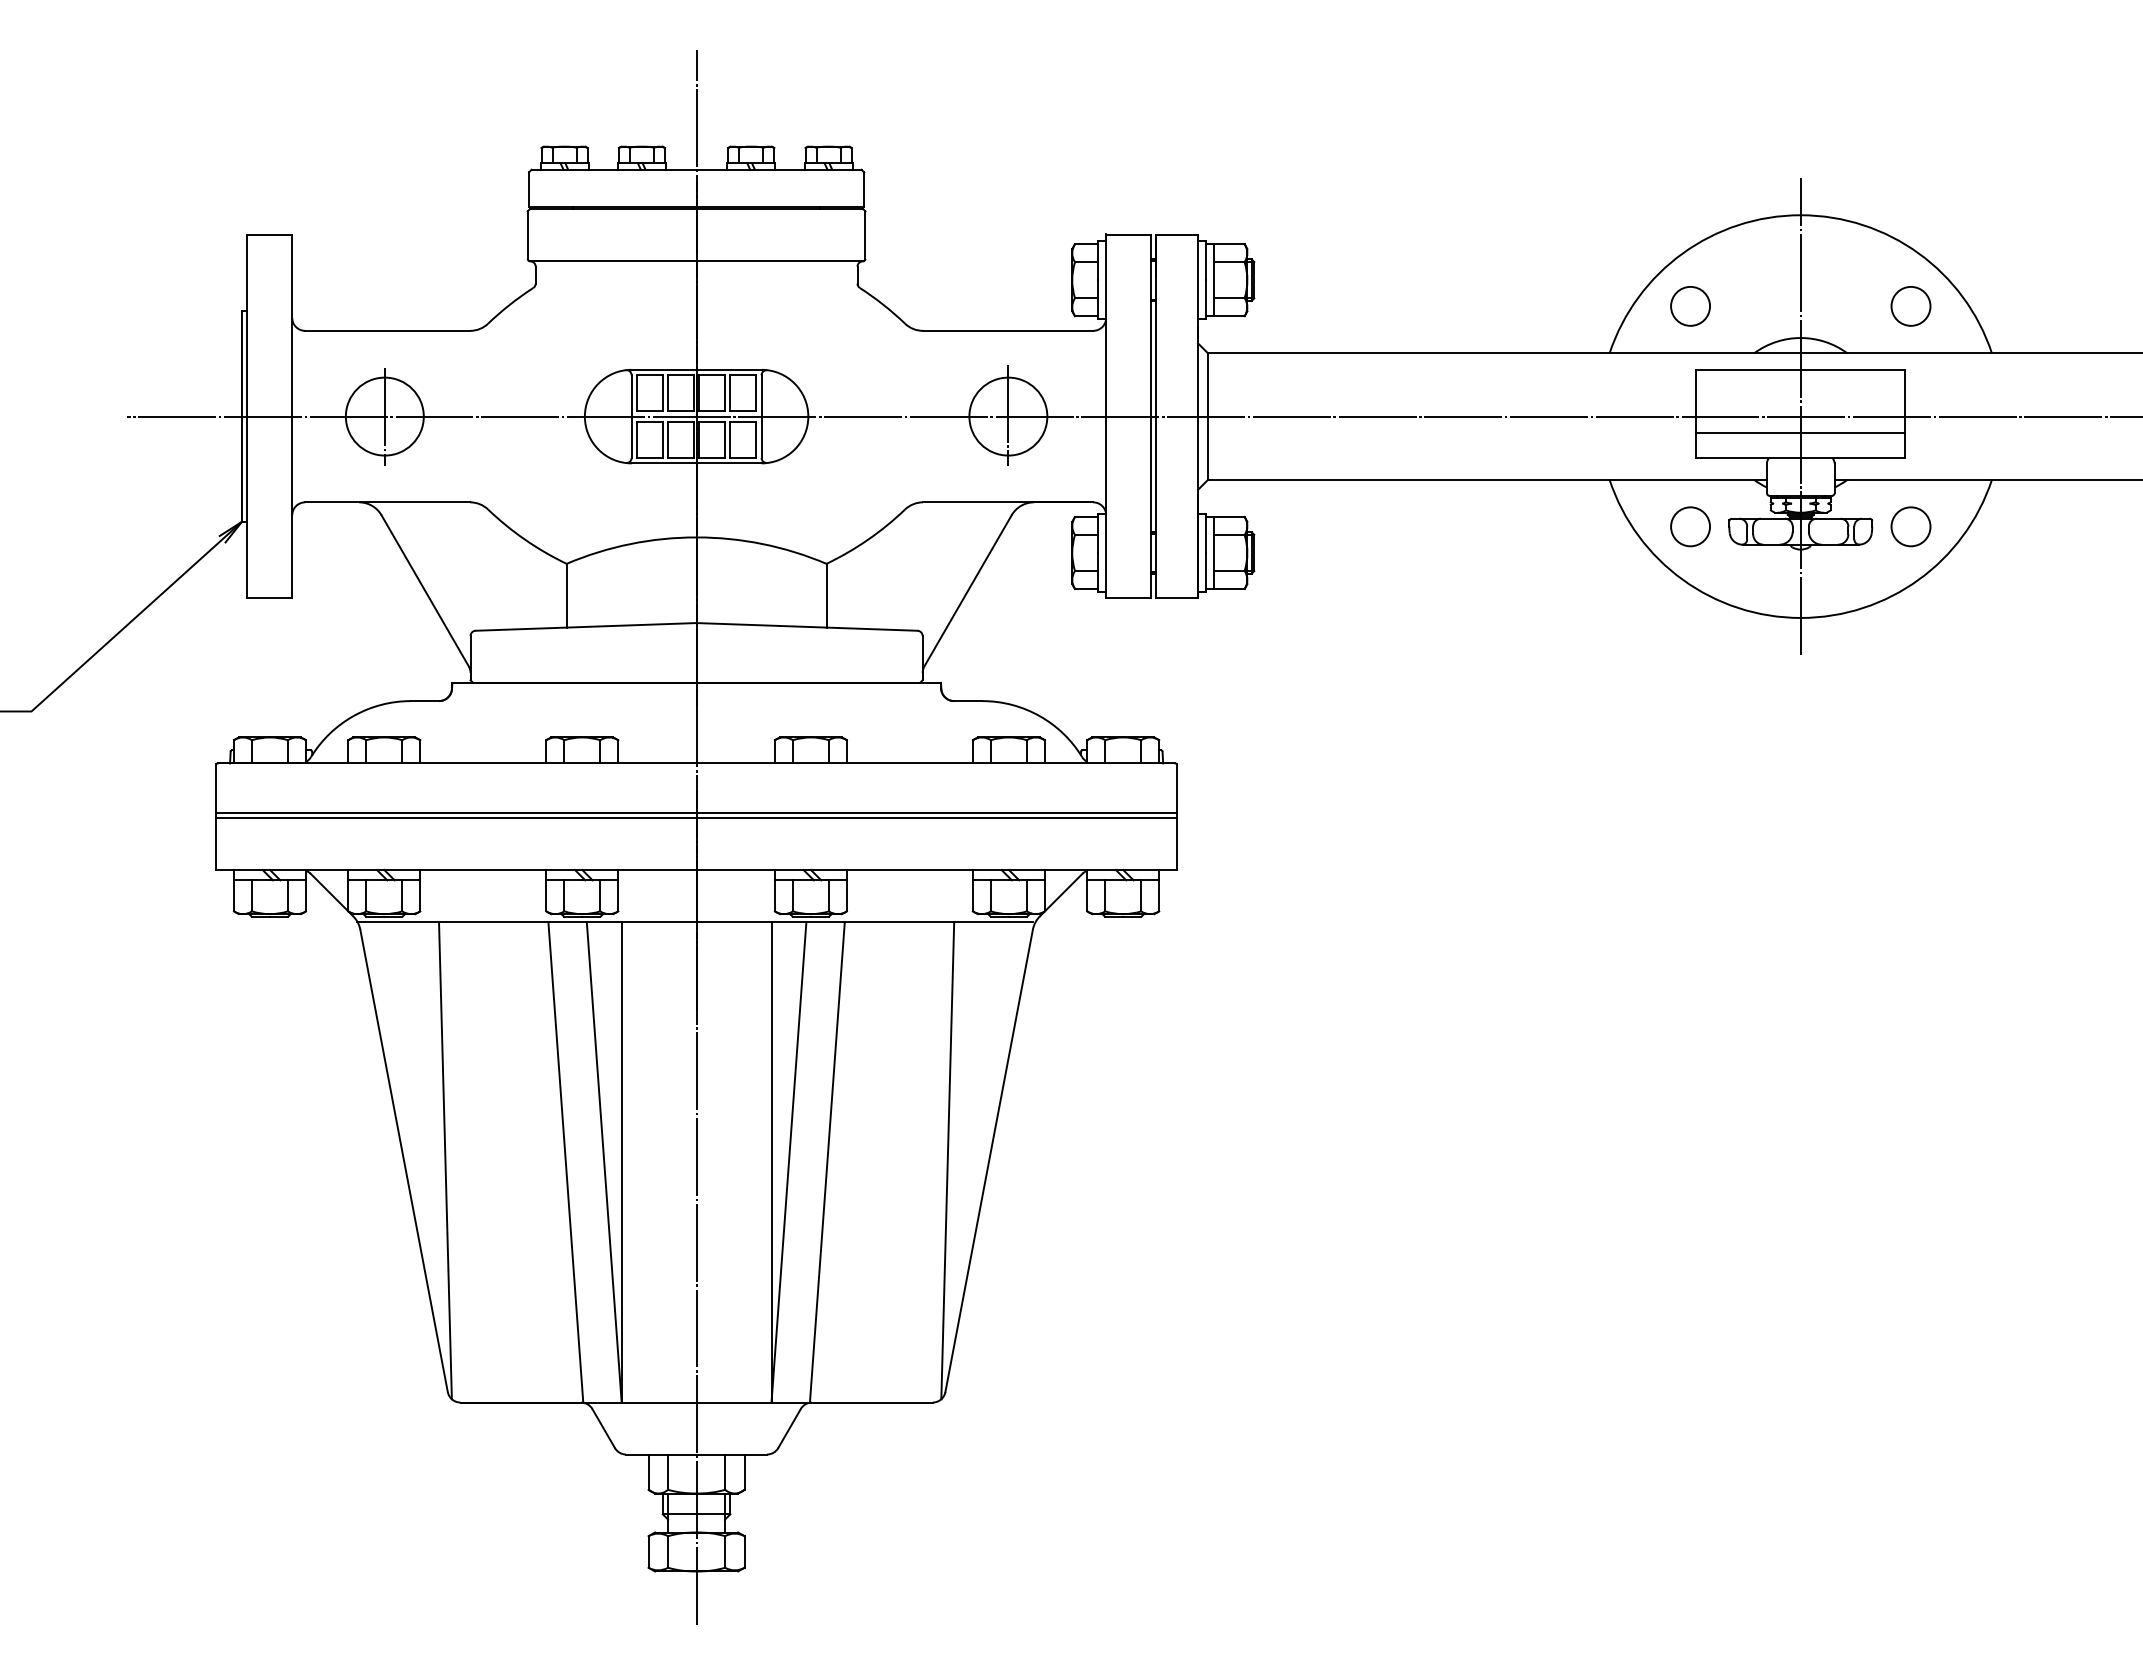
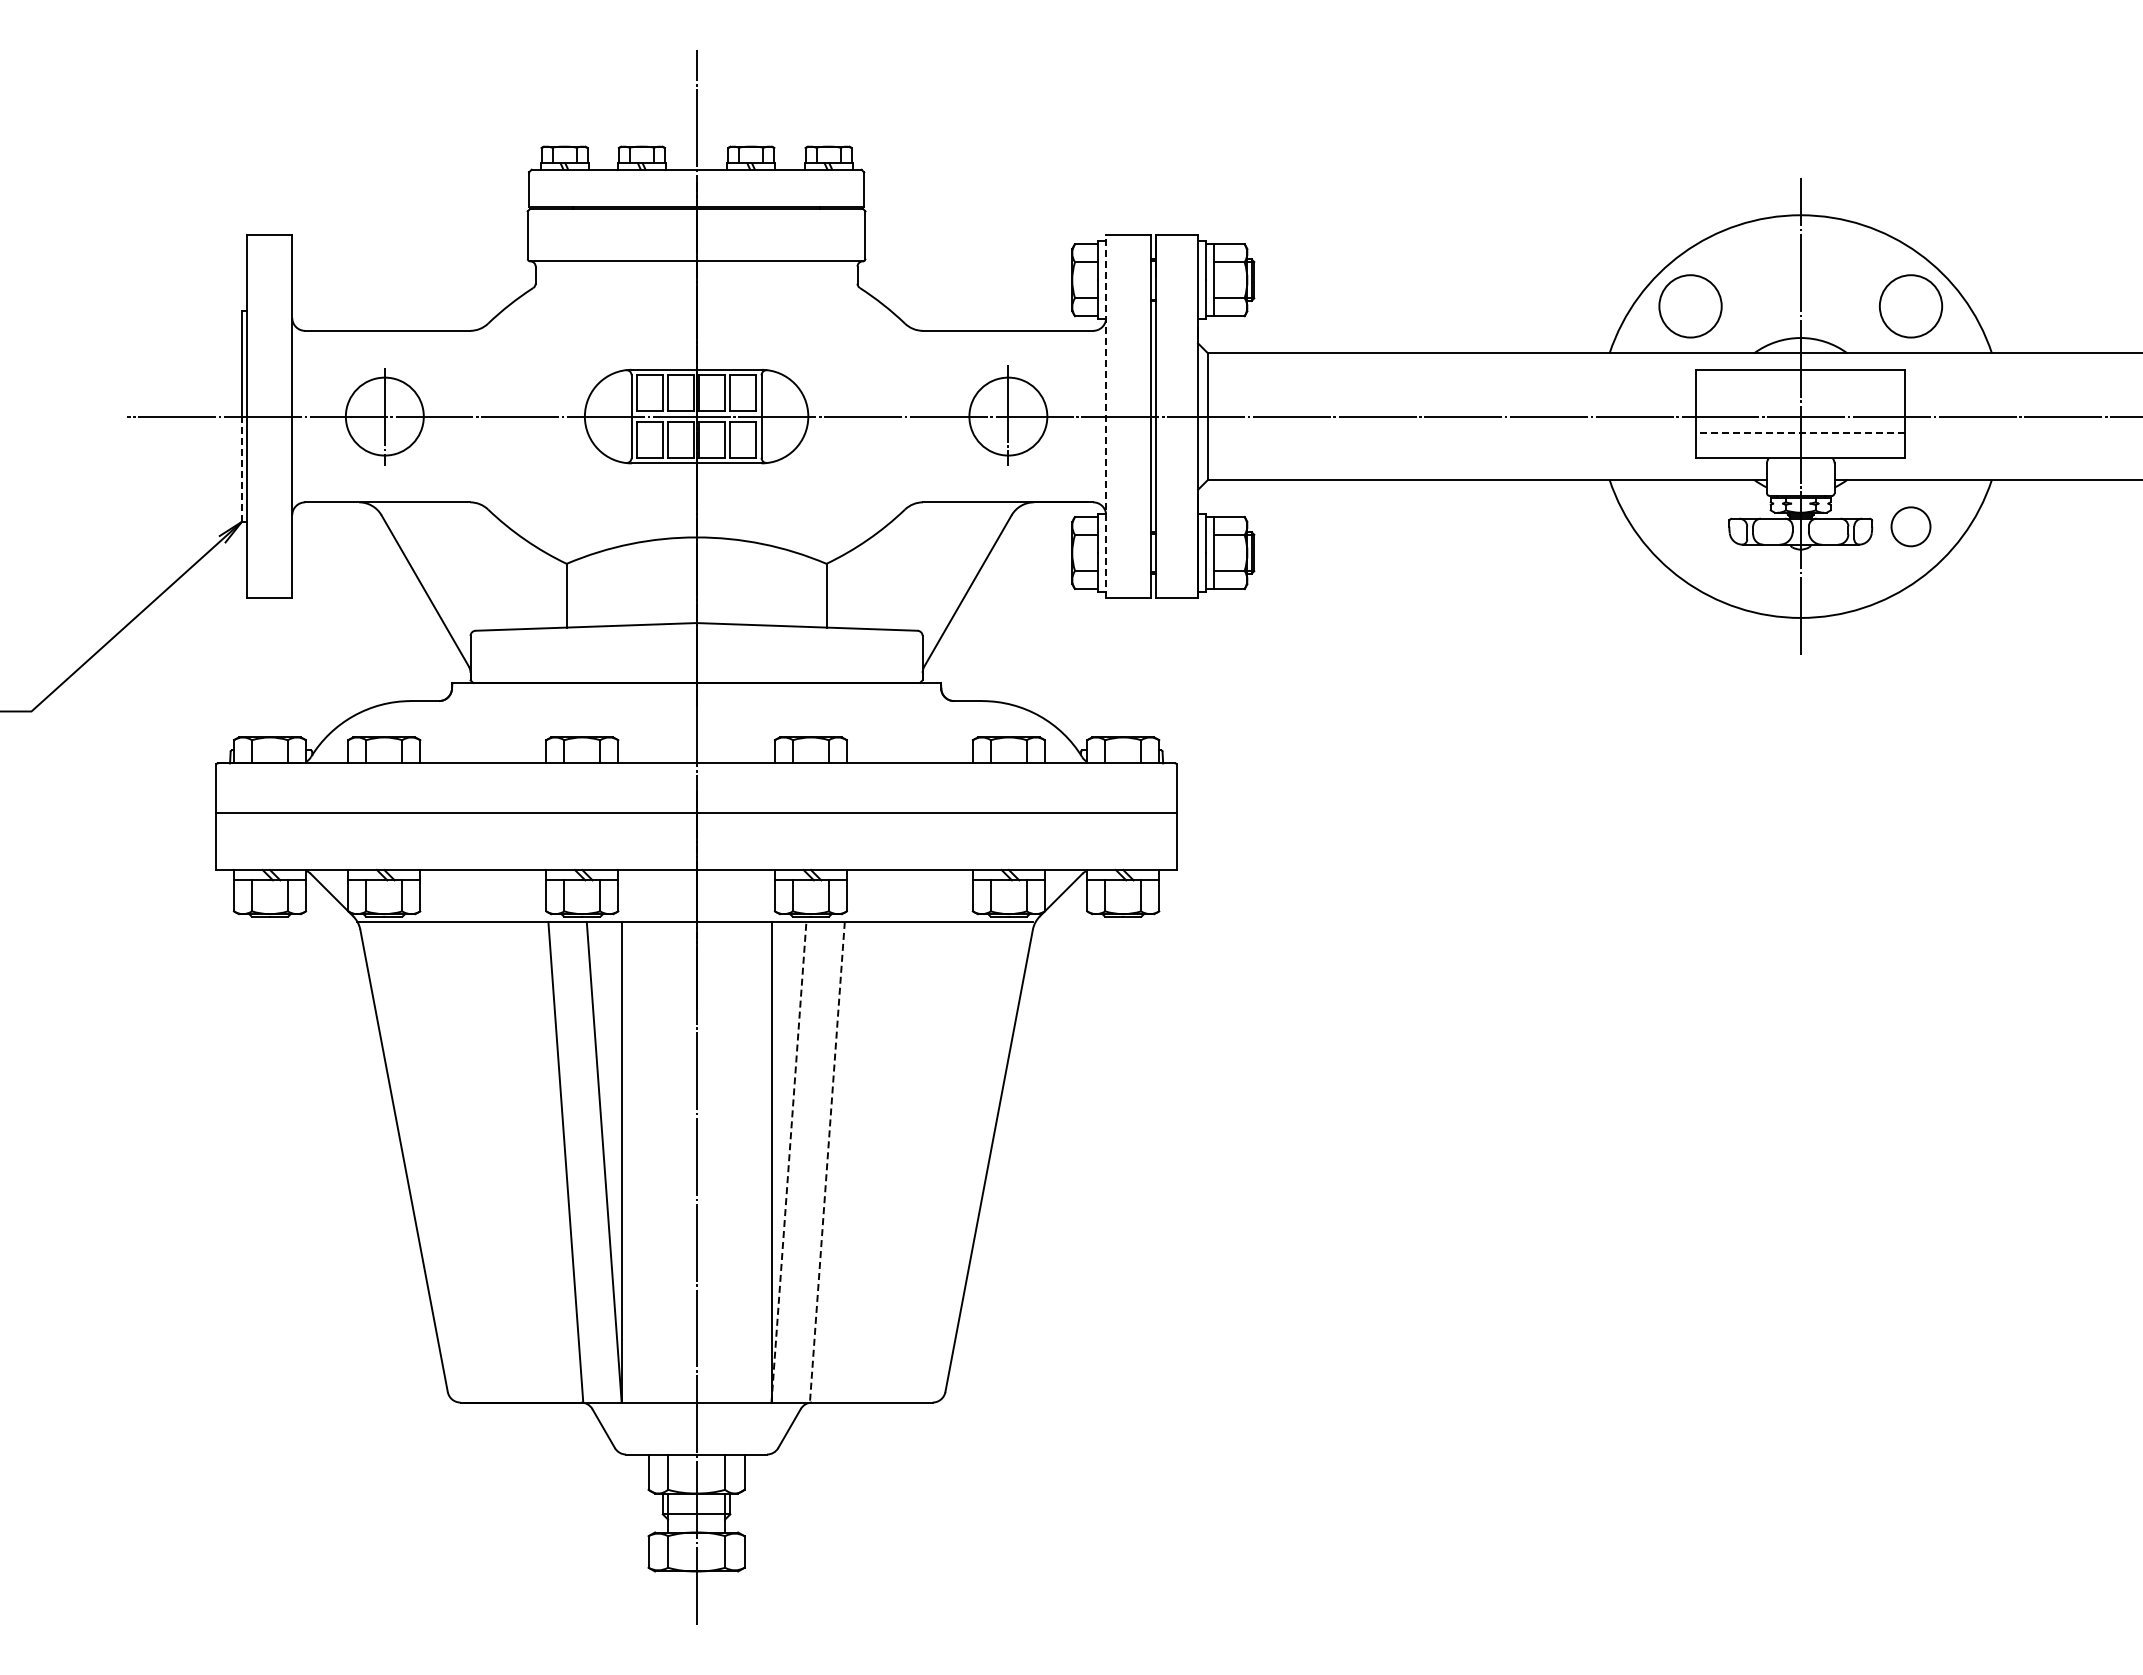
circle at (1690, 305) diameter: 39 px -> 62 px
circle at (1910, 305) diameter: 39 px -> 62 px
line at (1106, 415): solid -> dashed
line at (1800, 432): solid -> dashed
line at (241, 469): solid -> dashed
circle at (1690, 526): present -> none
line at (696, 818): present -> none
line at (445, 1160): present -> none
line at (947, 1160): present -> none
line at (788, 1162): solid -> dashed
line at (827, 1162): solid -> dashed
